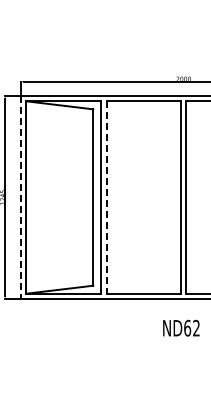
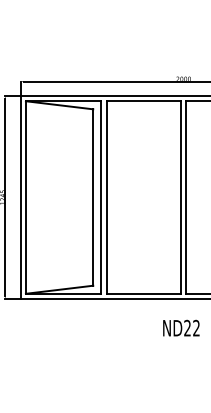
line at (20, 198): dashed -> solid
line at (106, 198): dashed -> solid
text at (187, 327): ND62 -> ND22
